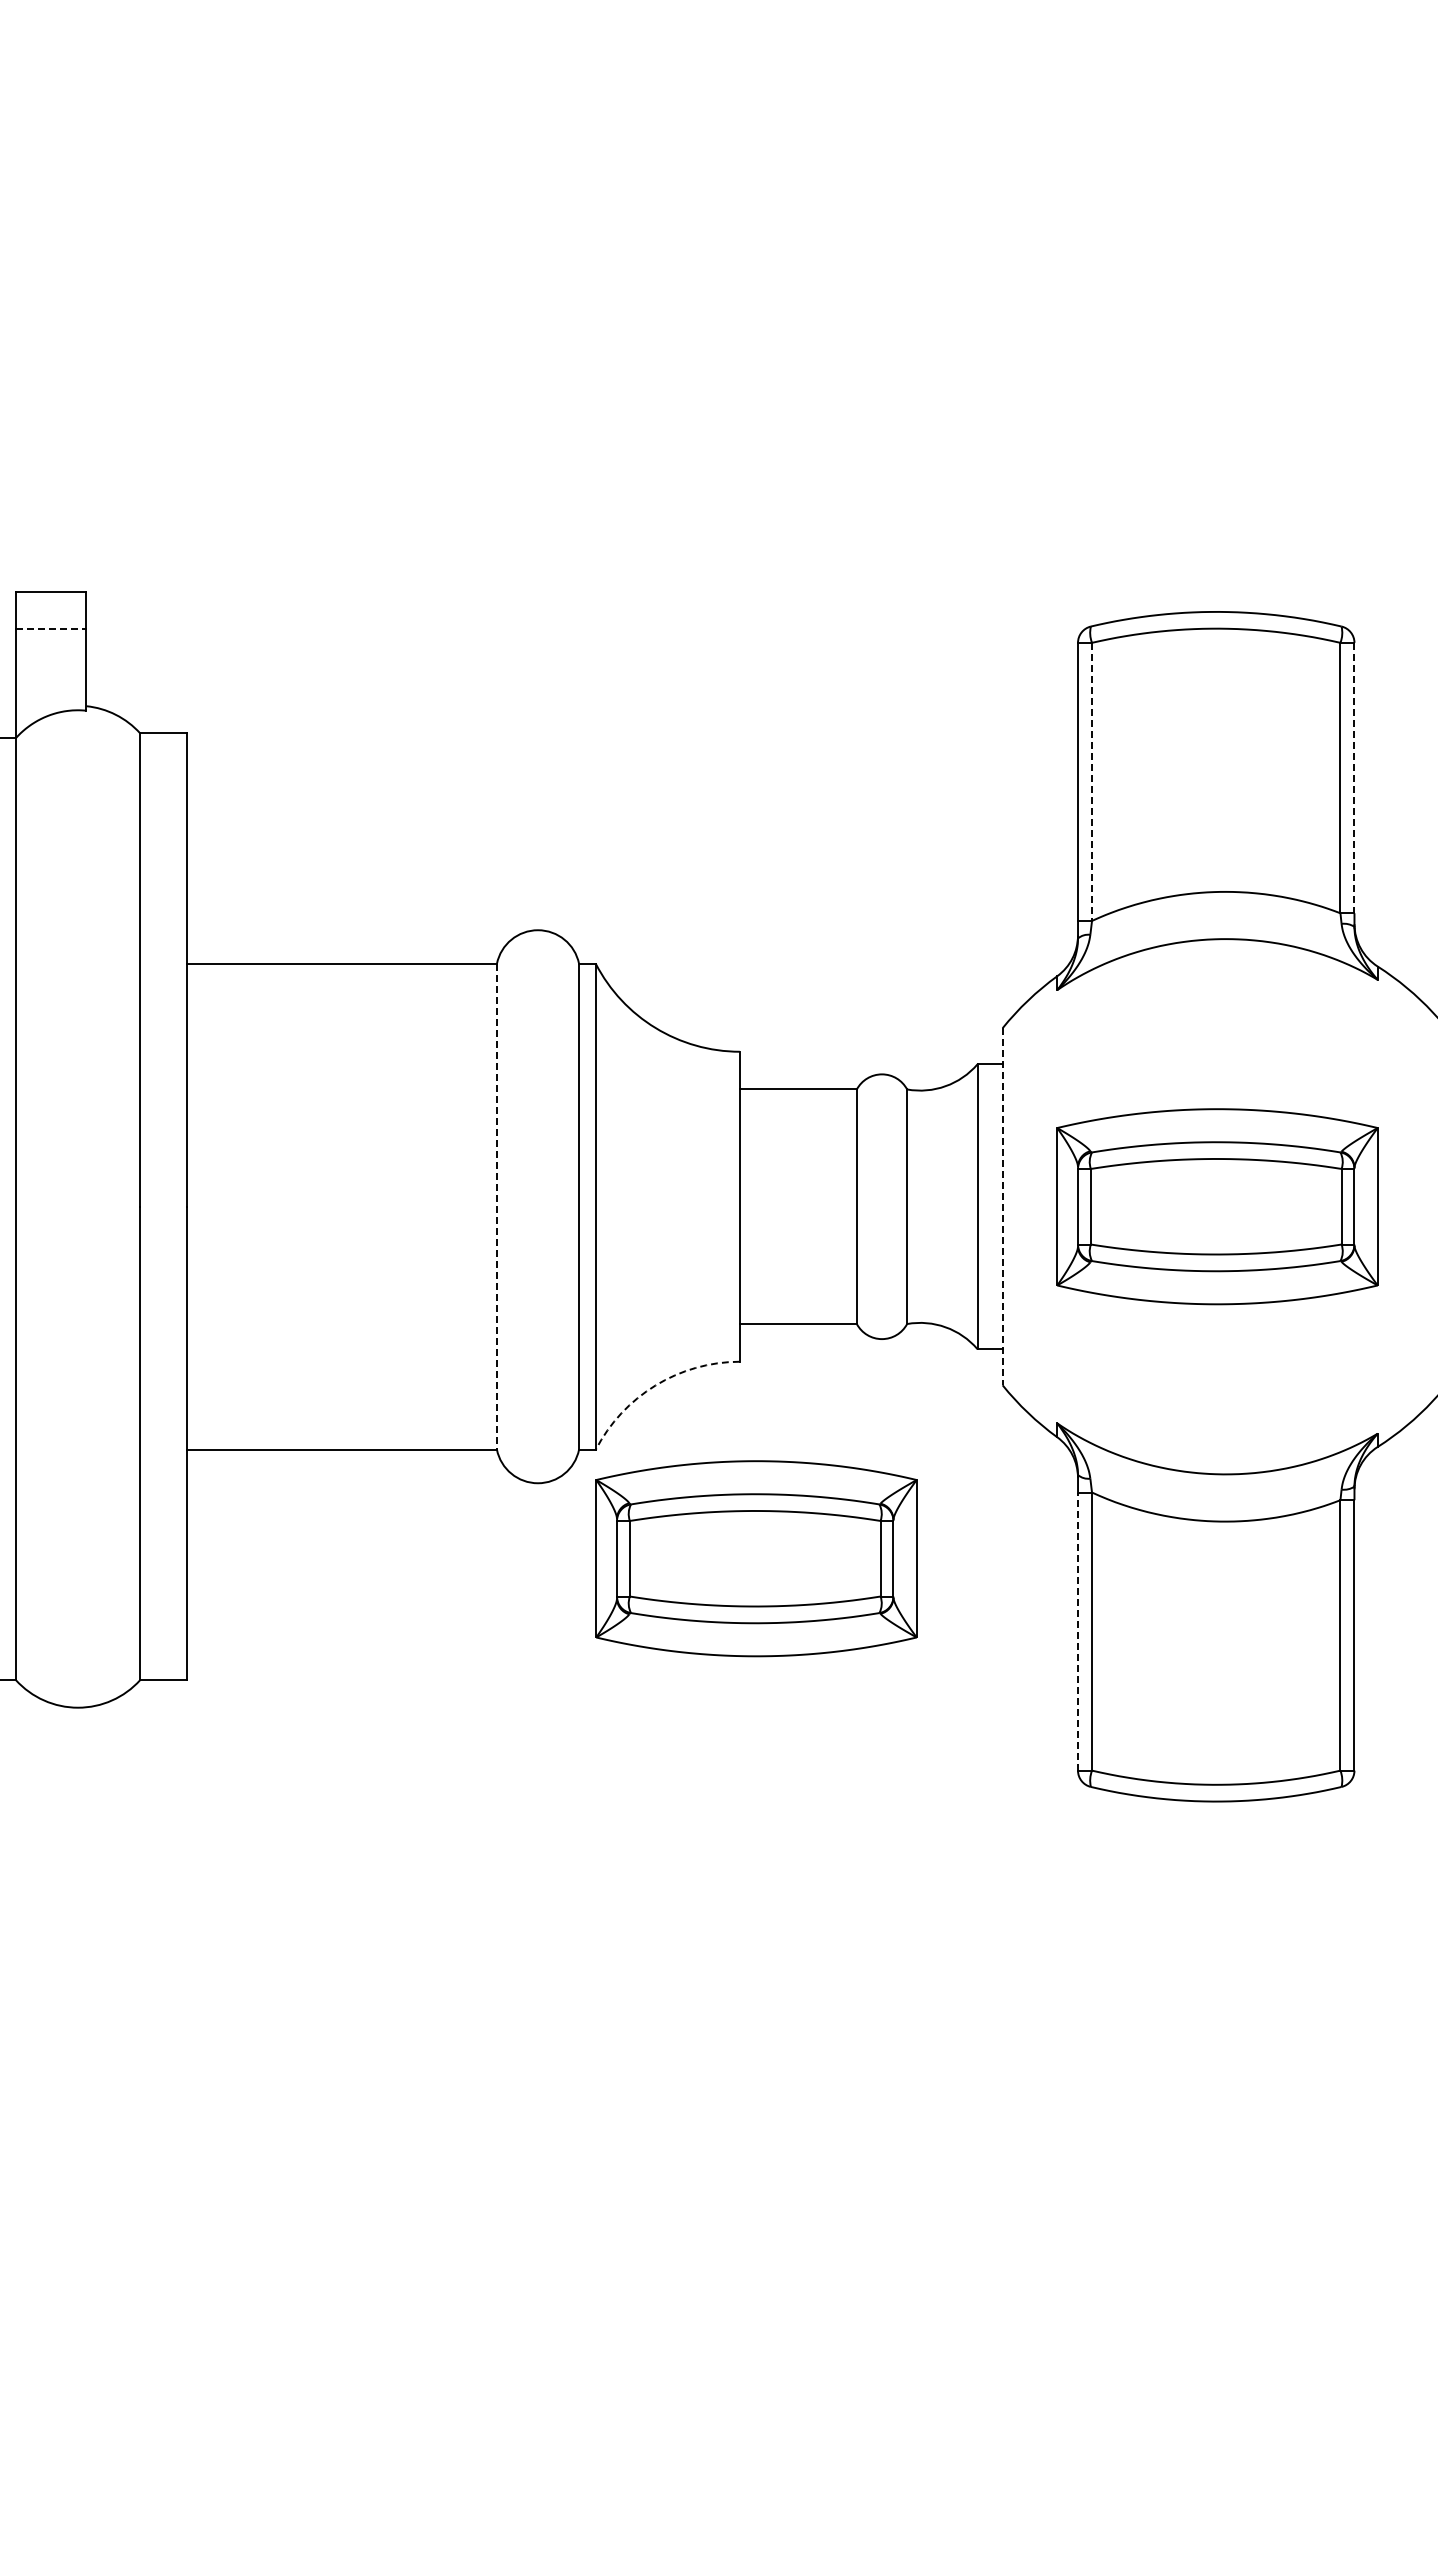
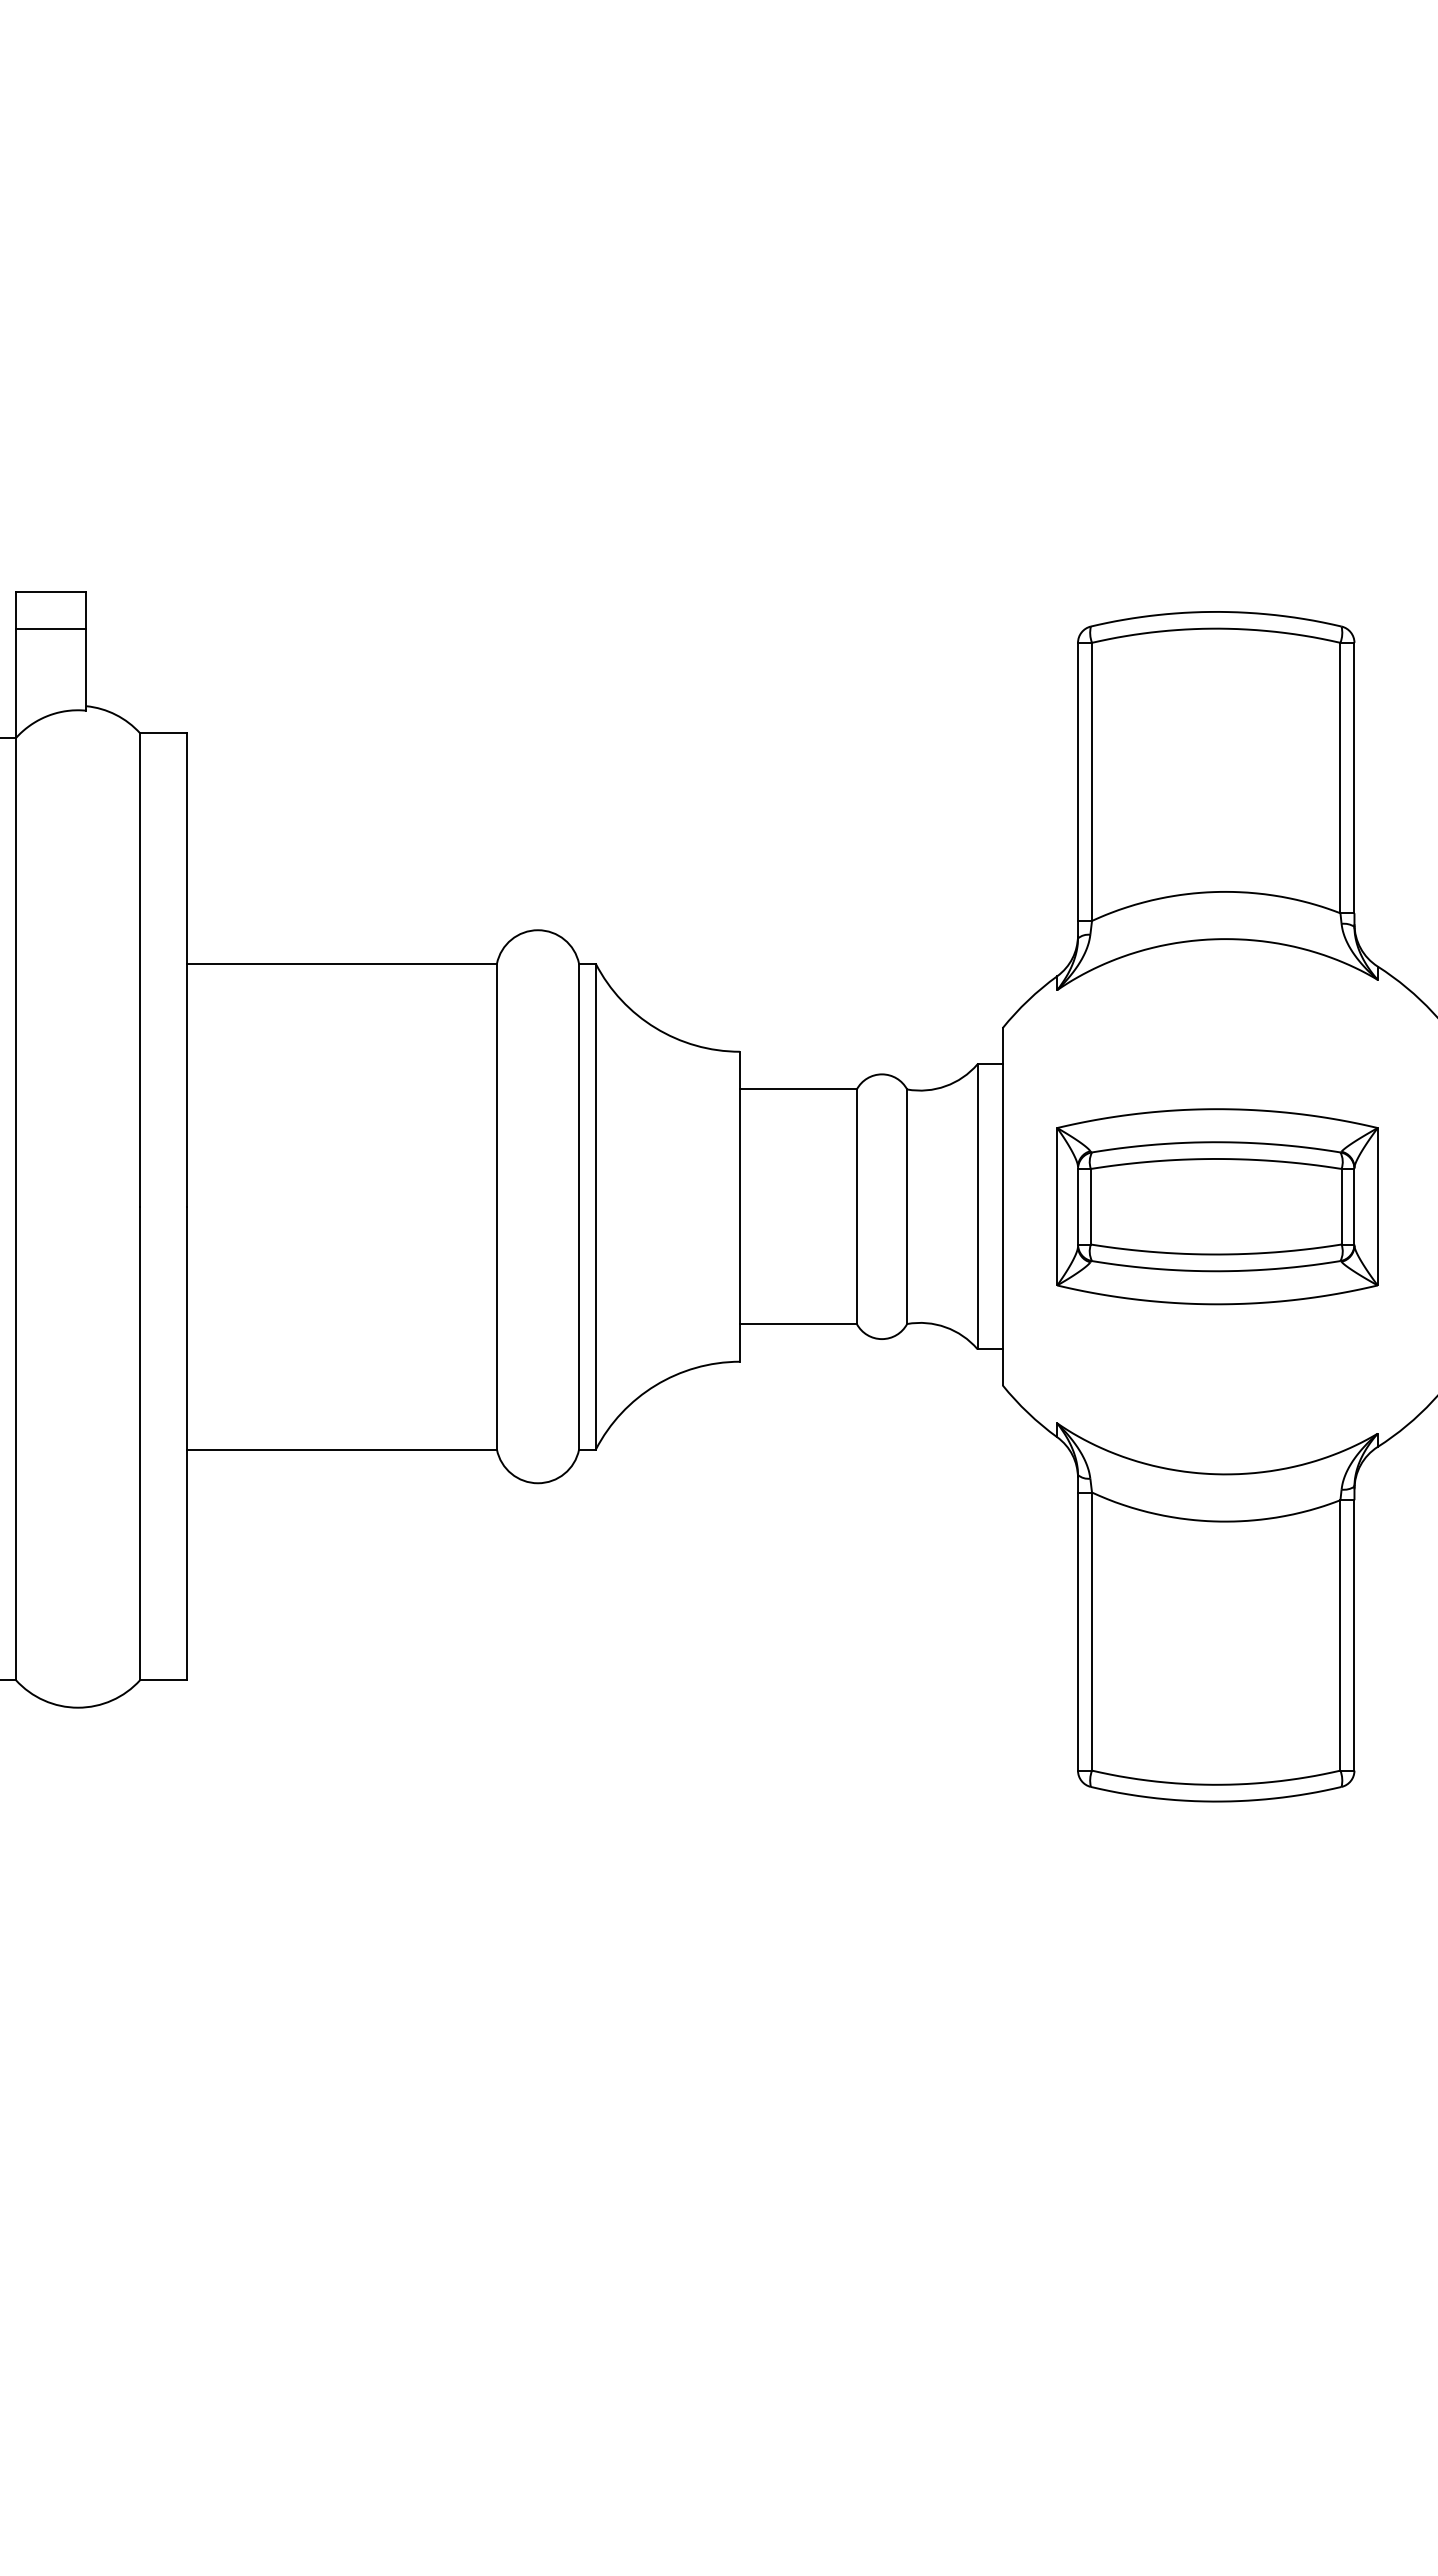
line at (51, 628): dashed -> solid
line at (1354, 778): dashed -> solid
line at (1092, 782): dashed -> solid
line at (496, 1206): dashed -> solid
line at (1002, 1206): dashed -> solid
arc at (655, 1385): dashed -> solid
part at (756, 1558): present -> none
line at (1078, 1631): dashed -> solid
